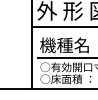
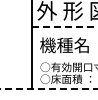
line at (64, 26): solid -> dashed
line at (66, 57): present -> none
line at (49, 89): solid -> dashed
